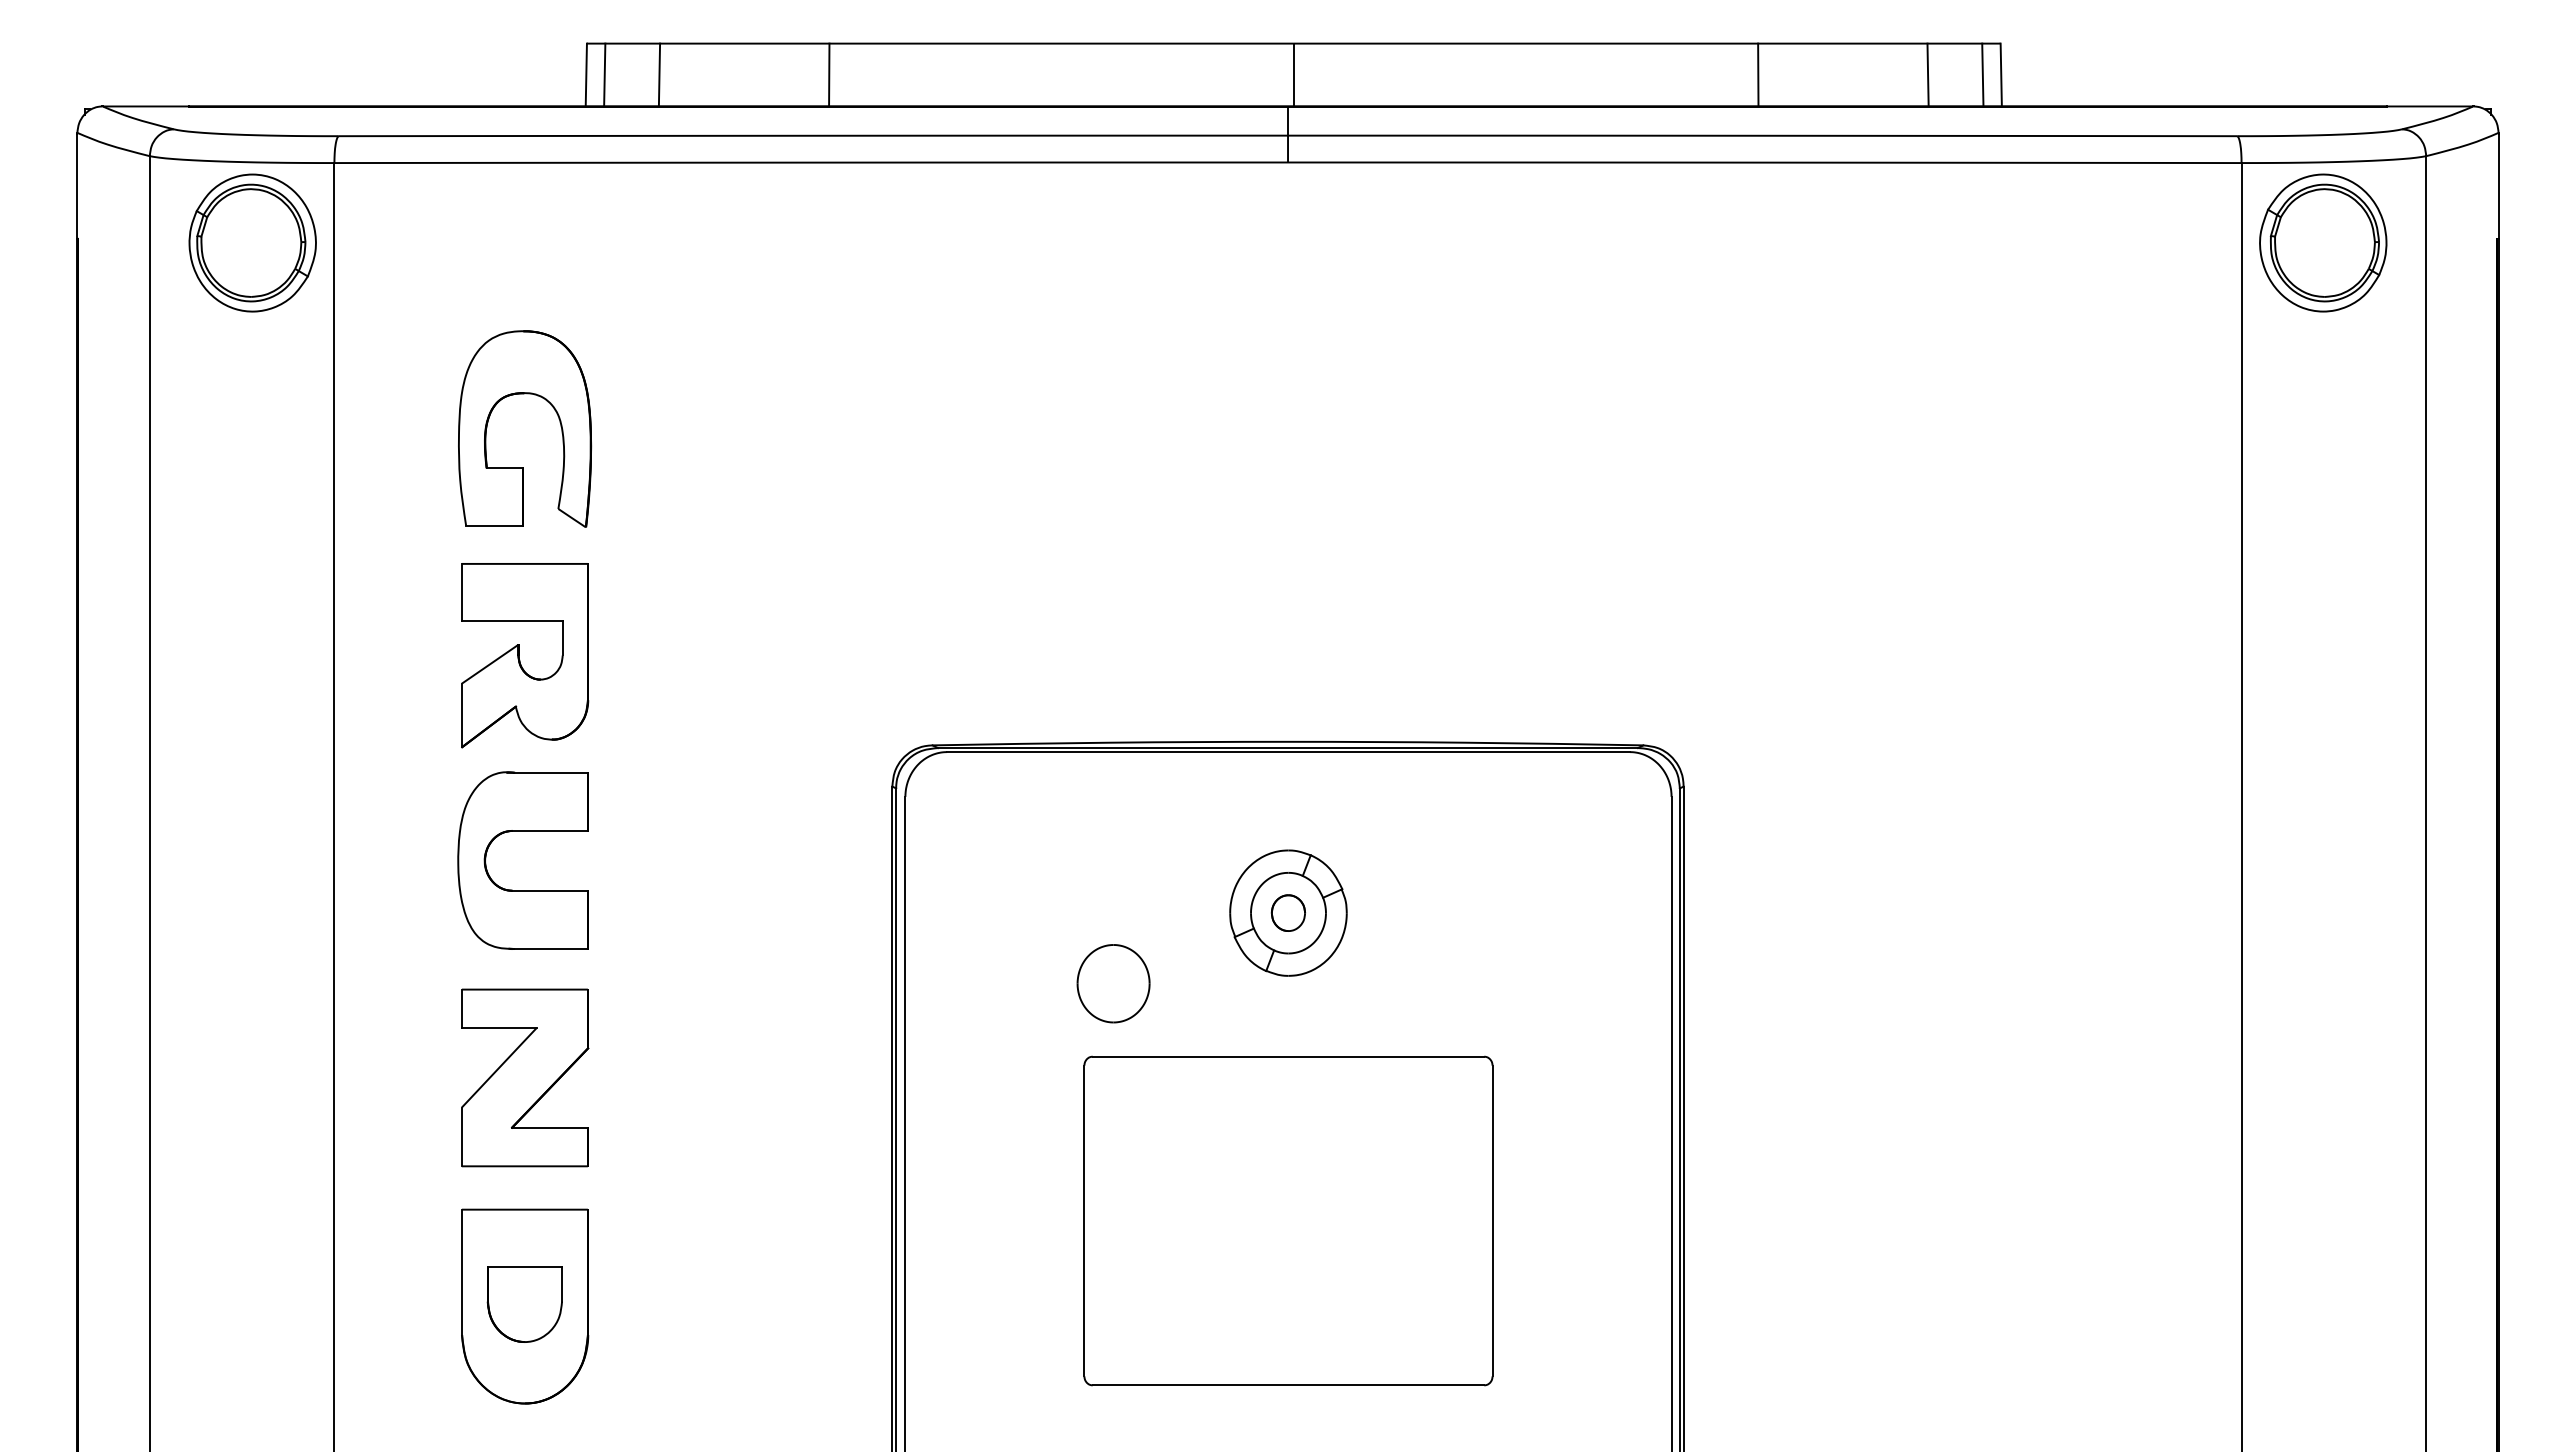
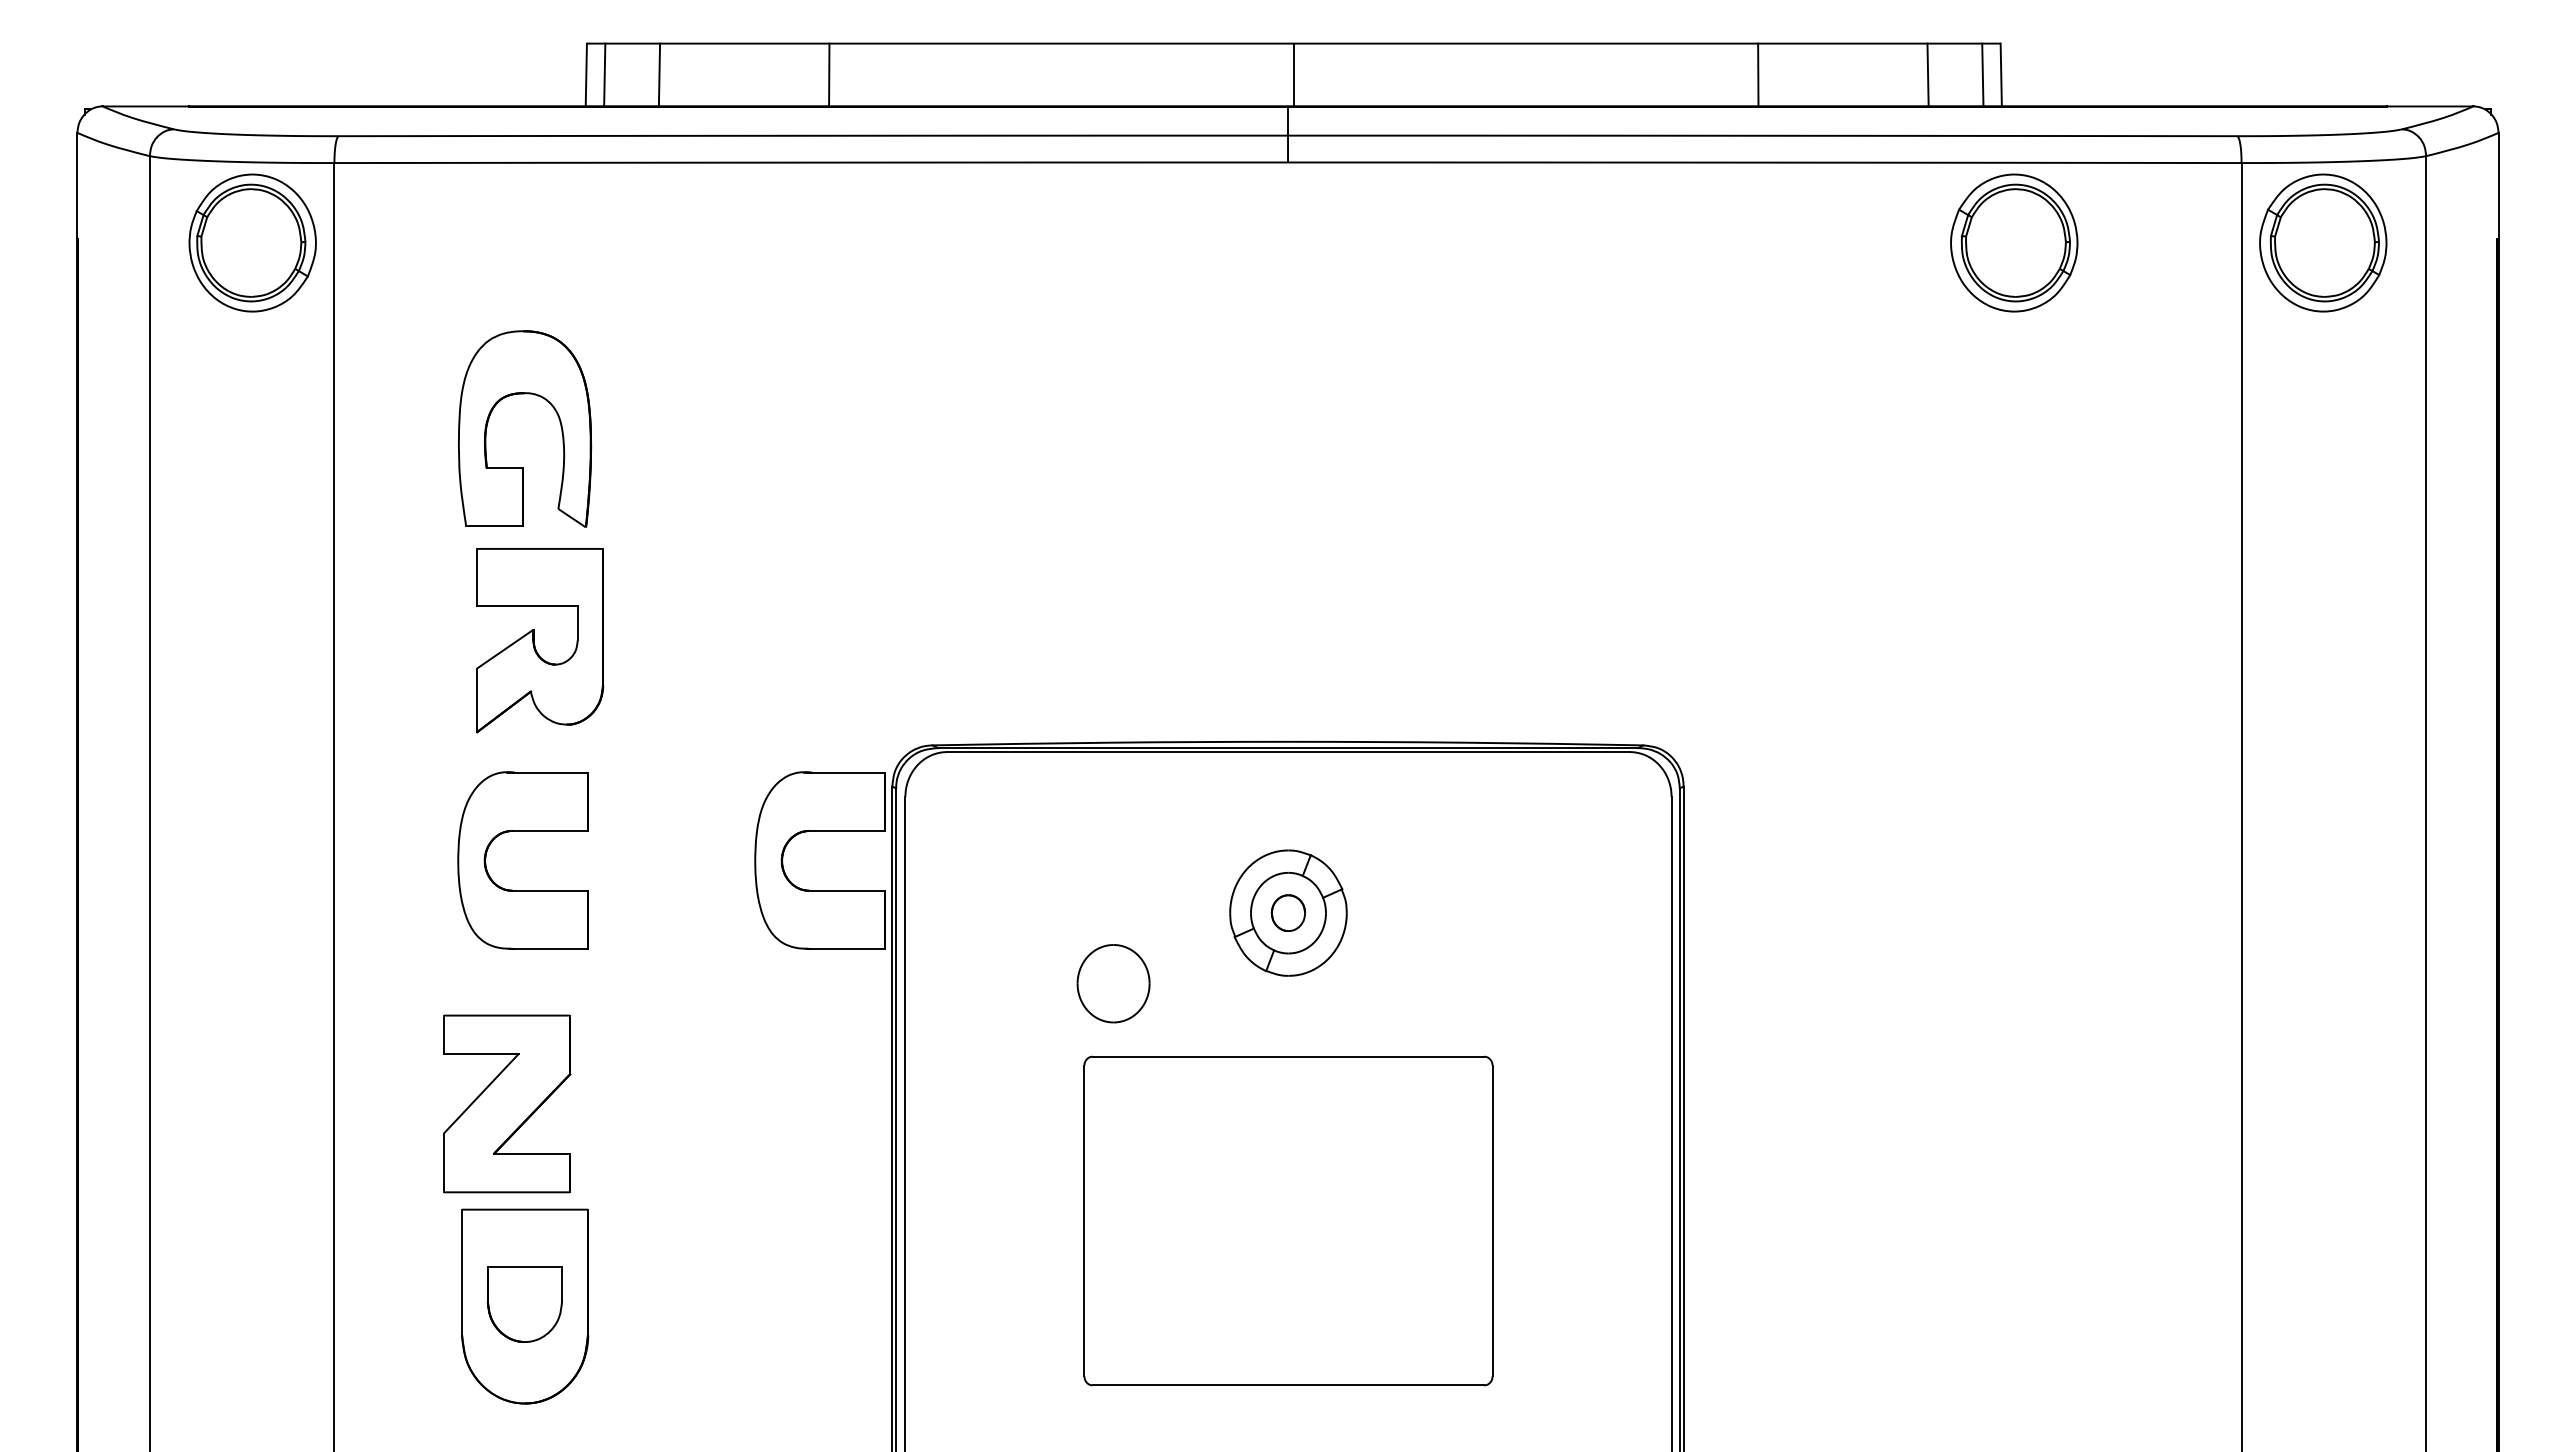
part at (2014, 242): none -> present
part at (525, 655) position: (525, 655) -> (540, 640)
part at (819, 831): none -> present
part at (525, 1077) position: (525, 1077) -> (507, 1103)
